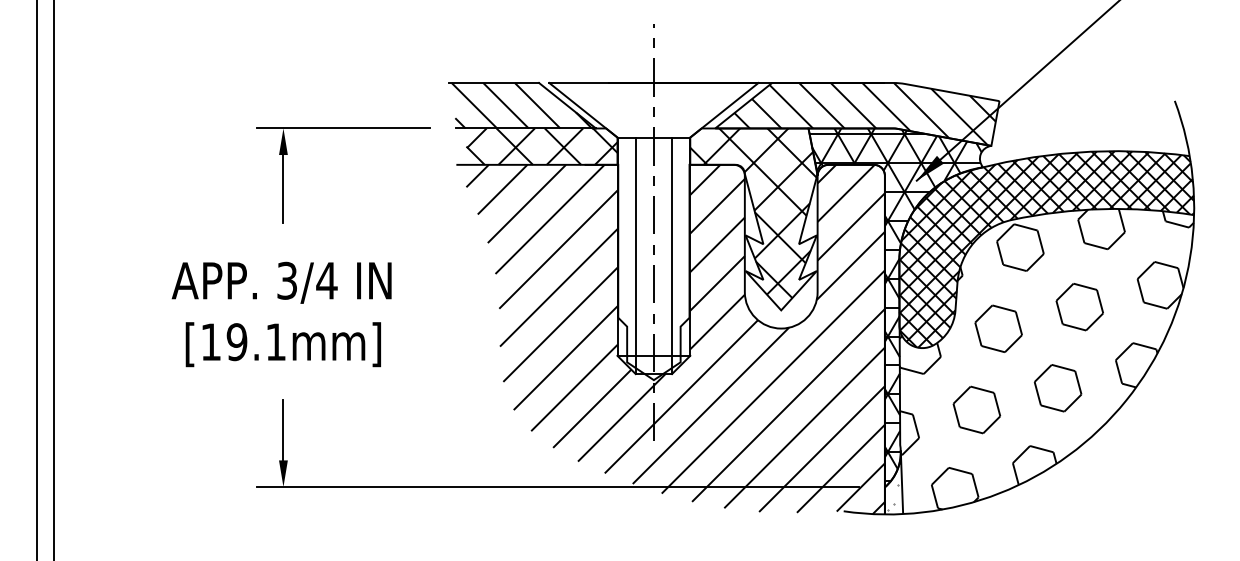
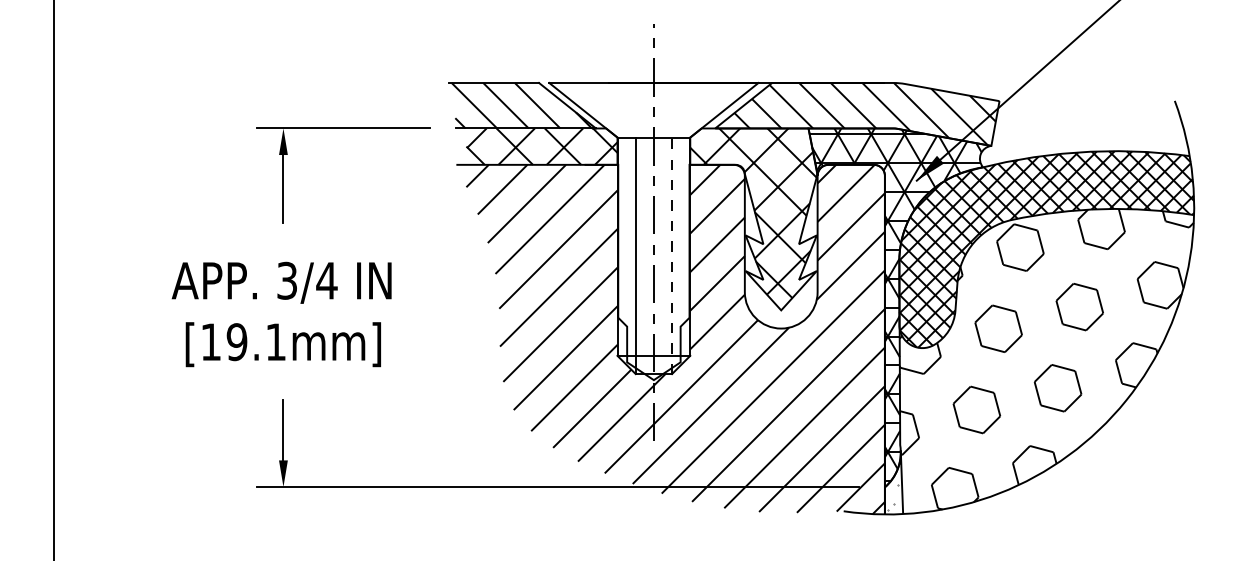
line at (672, 255): solid -> dashed
line at (37, 279): present -> none
